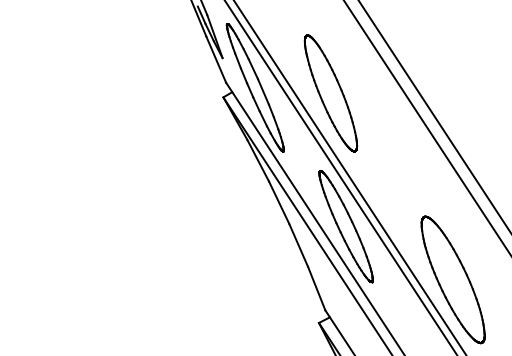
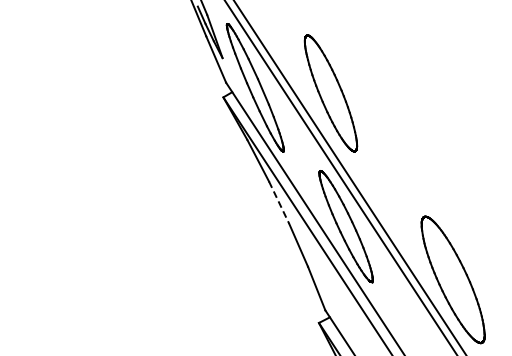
line at (434, 115): present -> none
line at (426, 127): present -> none
line at (279, 203): solid -> dashed
